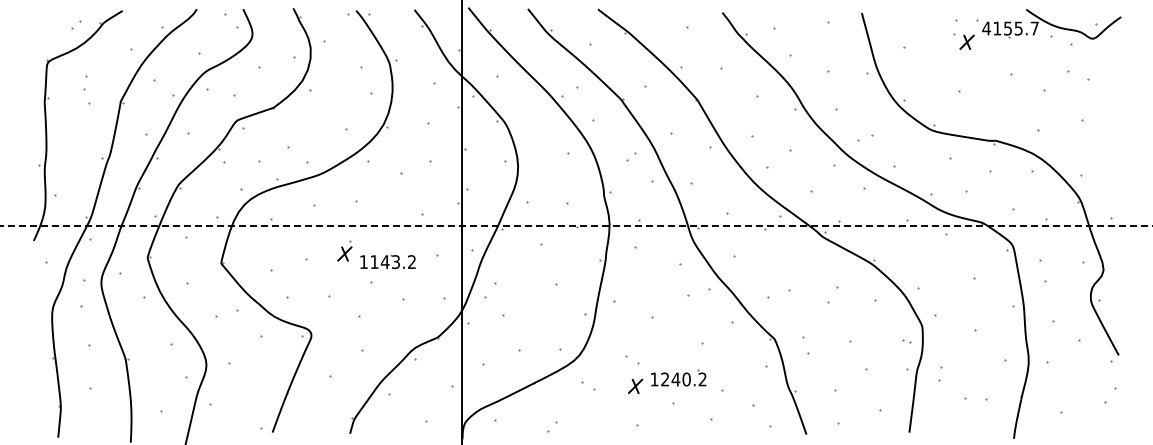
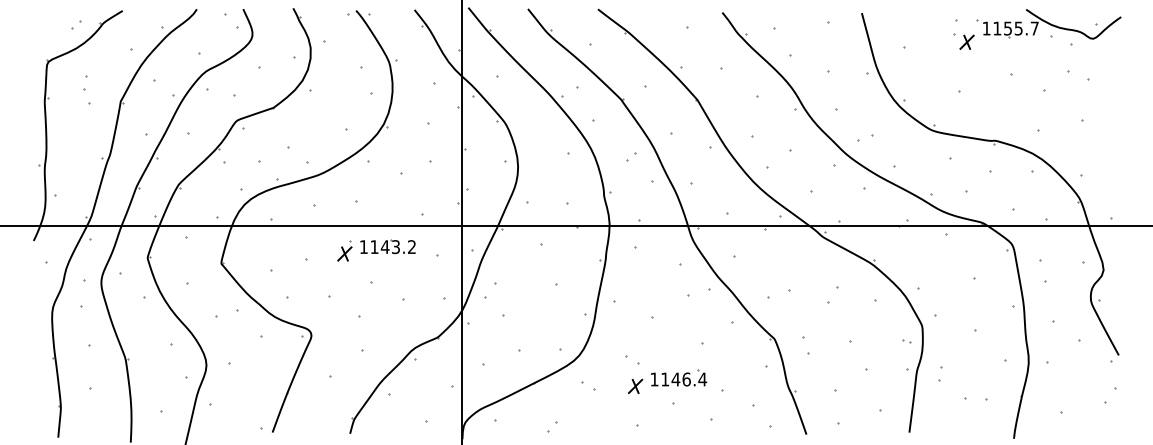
text at (986, 28): 4155.7 -> 1155.7
line at (576, 226): dashed -> solid
part at (387, 261) position: (387, 261) -> (387, 246)
text at (684, 379): 1240.2 -> 1146.4
